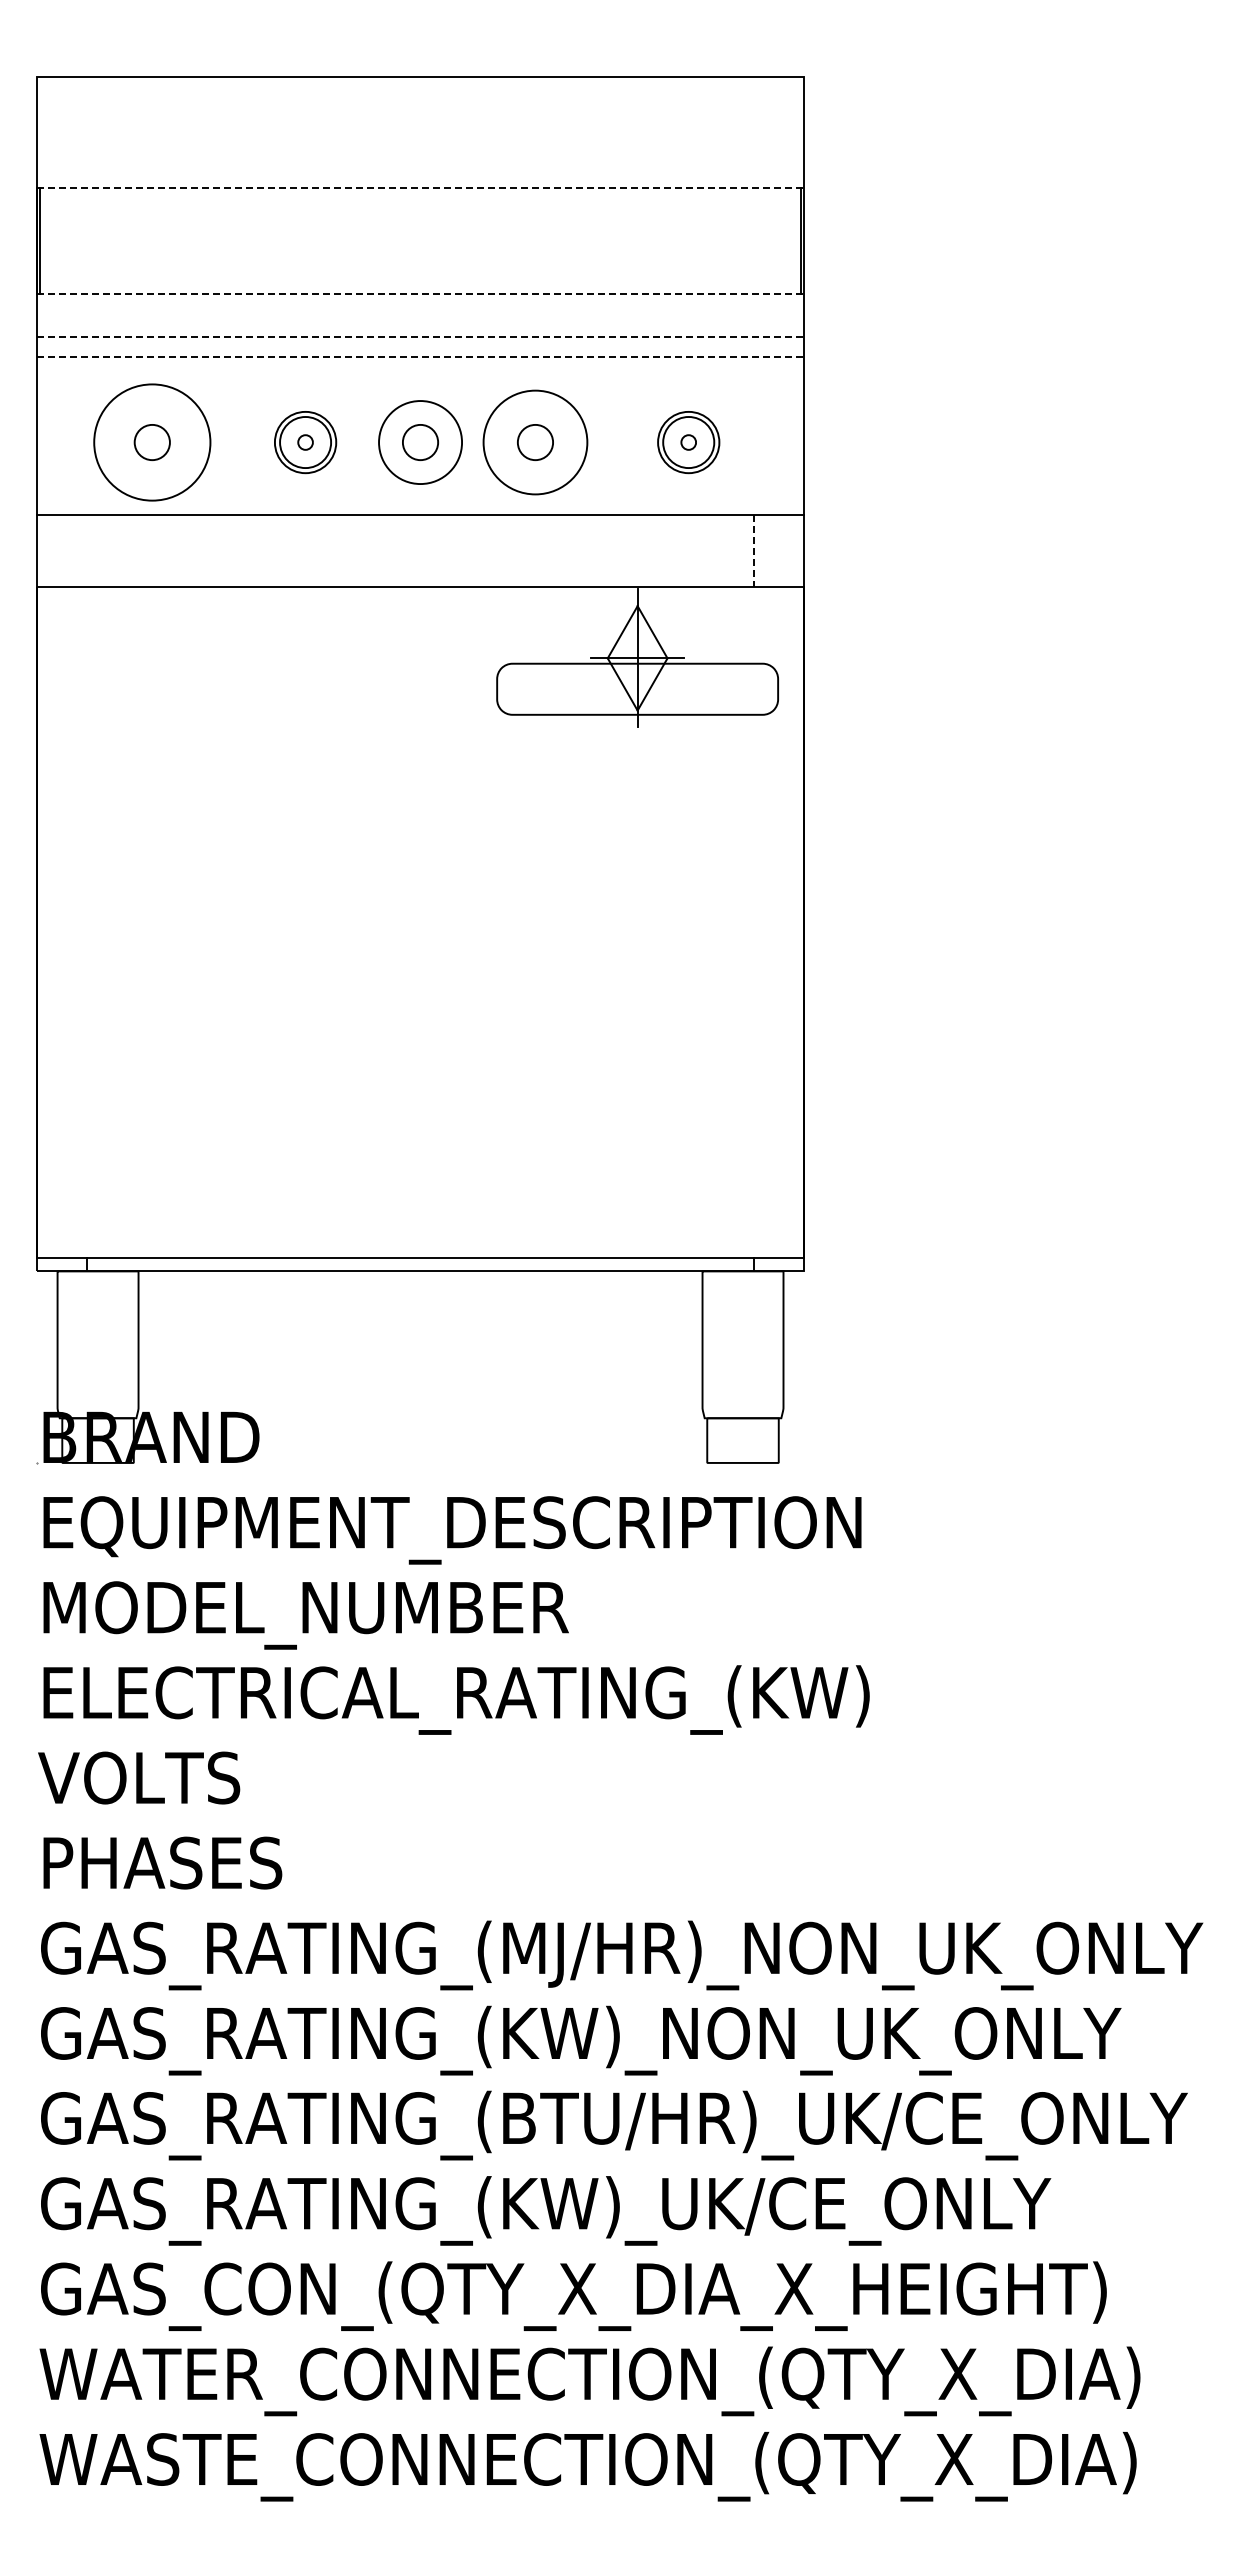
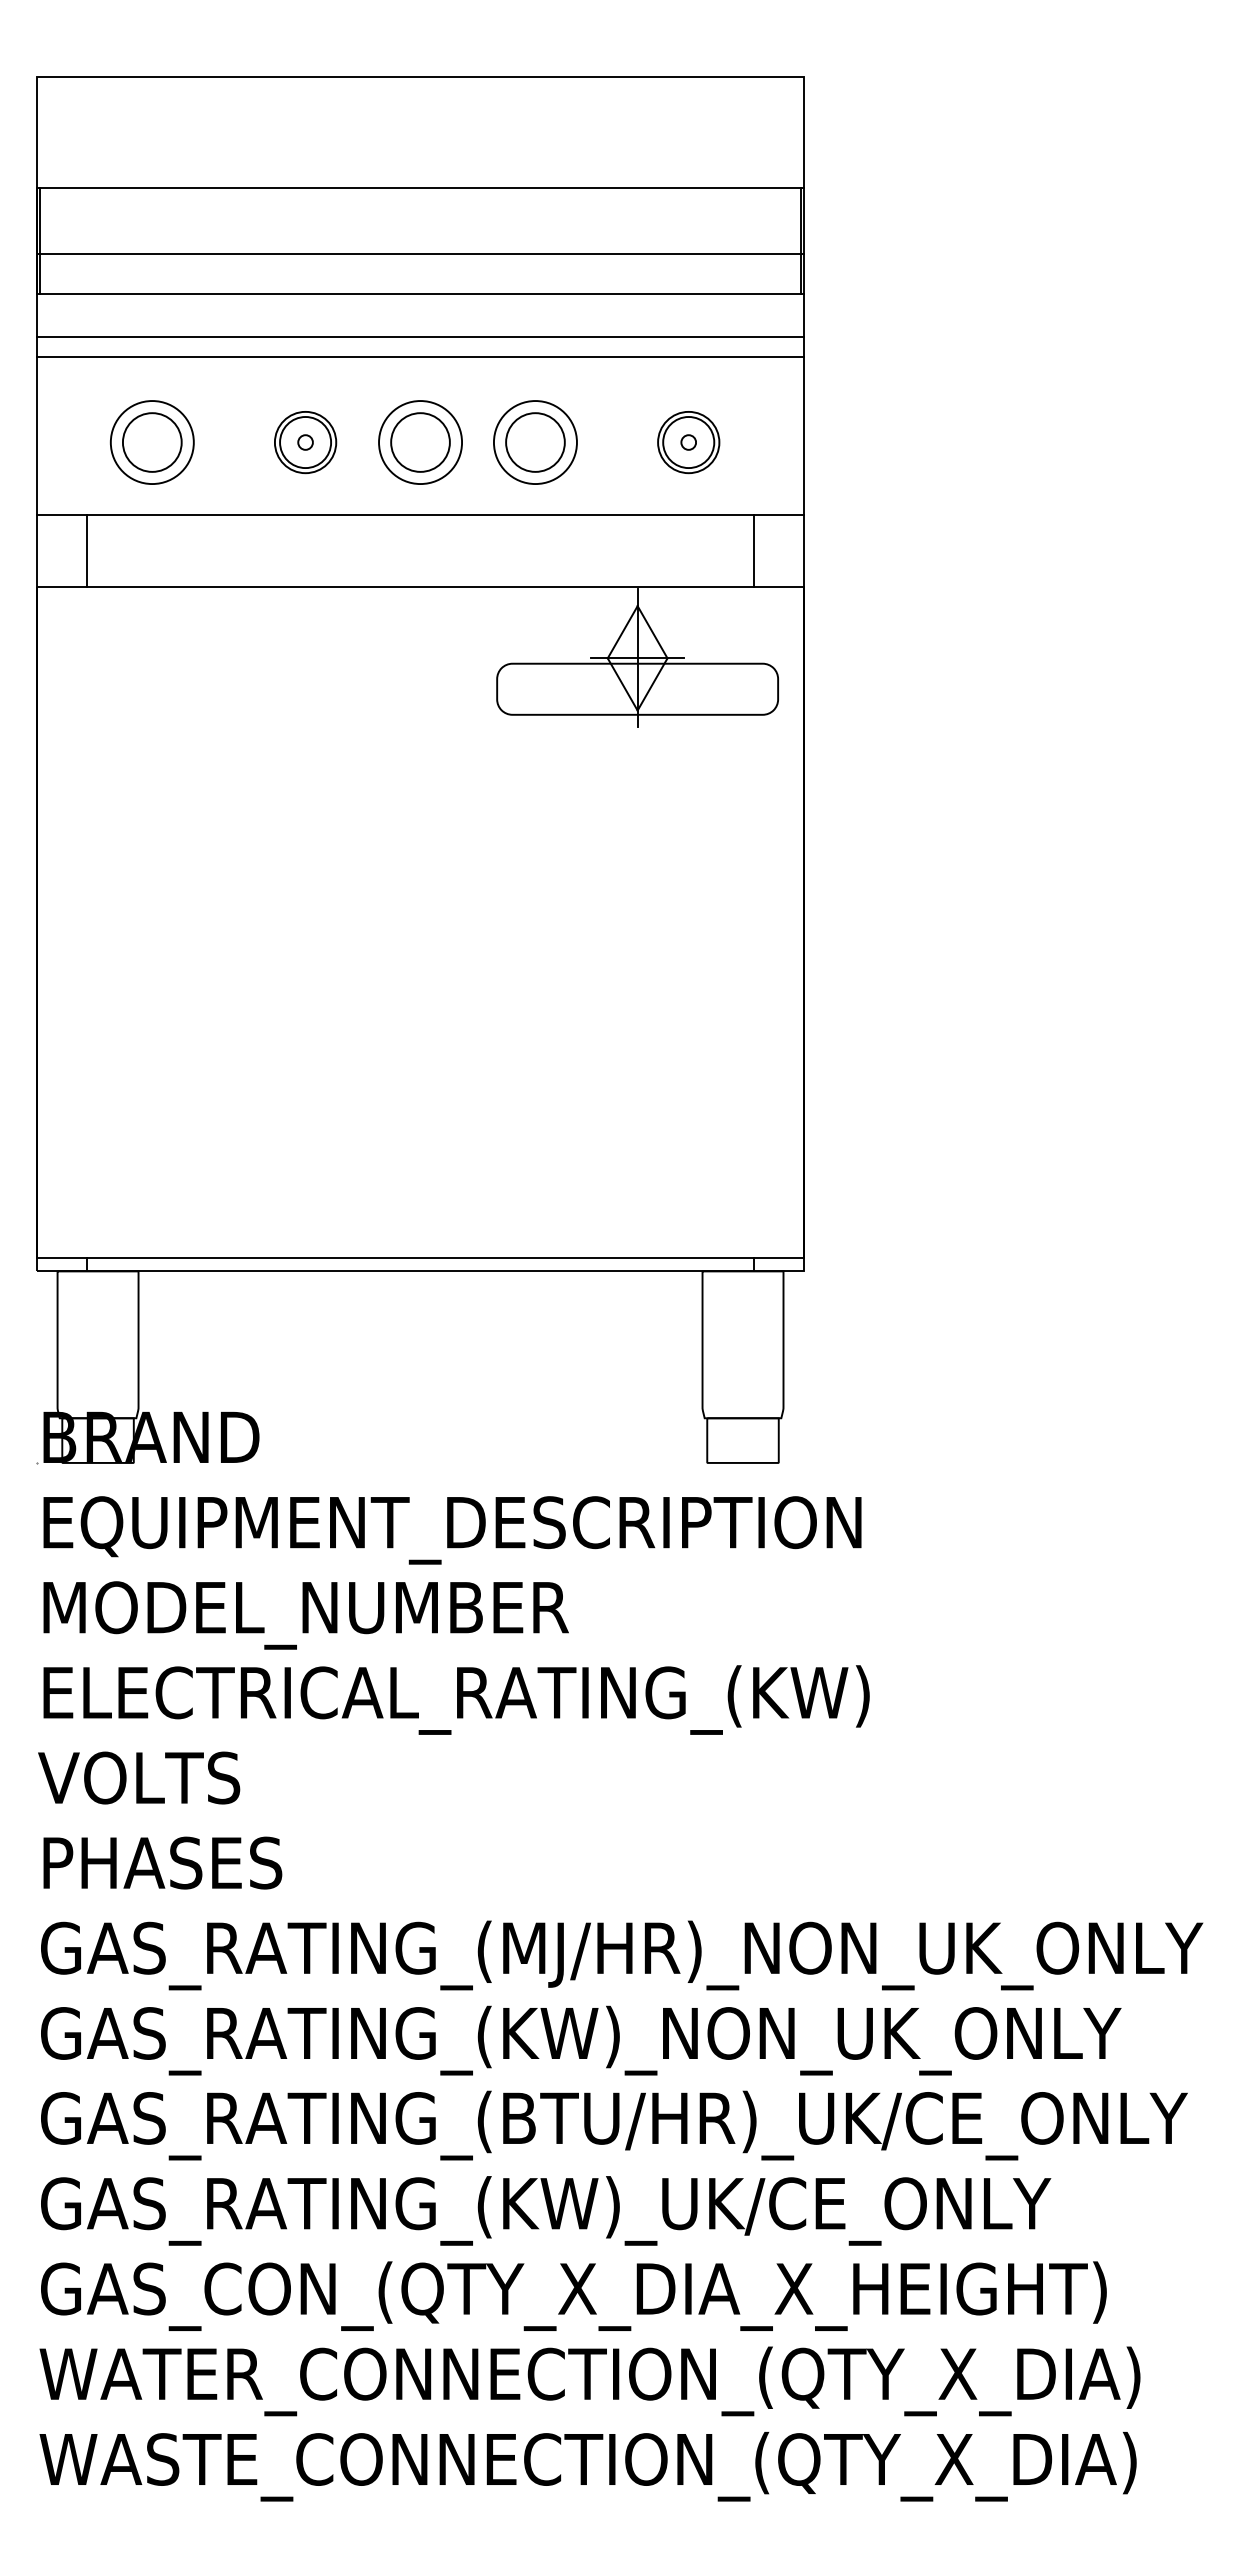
line at (421, 188): dashed -> solid
line at (420, 253): none -> present
line at (421, 294): dashed -> solid
line at (421, 336): dashed -> solid
line at (421, 356): dashed -> solid
circle at (151, 442) diameter: 35 px -> 59 px
circle at (152, 442) diameter: 116 px -> 83 px
circle at (420, 442) diameter: 35 px -> 59 px
circle at (535, 442) diameter: 104 px -> 83 px
circle at (535, 442) diameter: 35 px -> 59 px
line at (87, 551): none -> present
line at (753, 551): dashed -> solid
